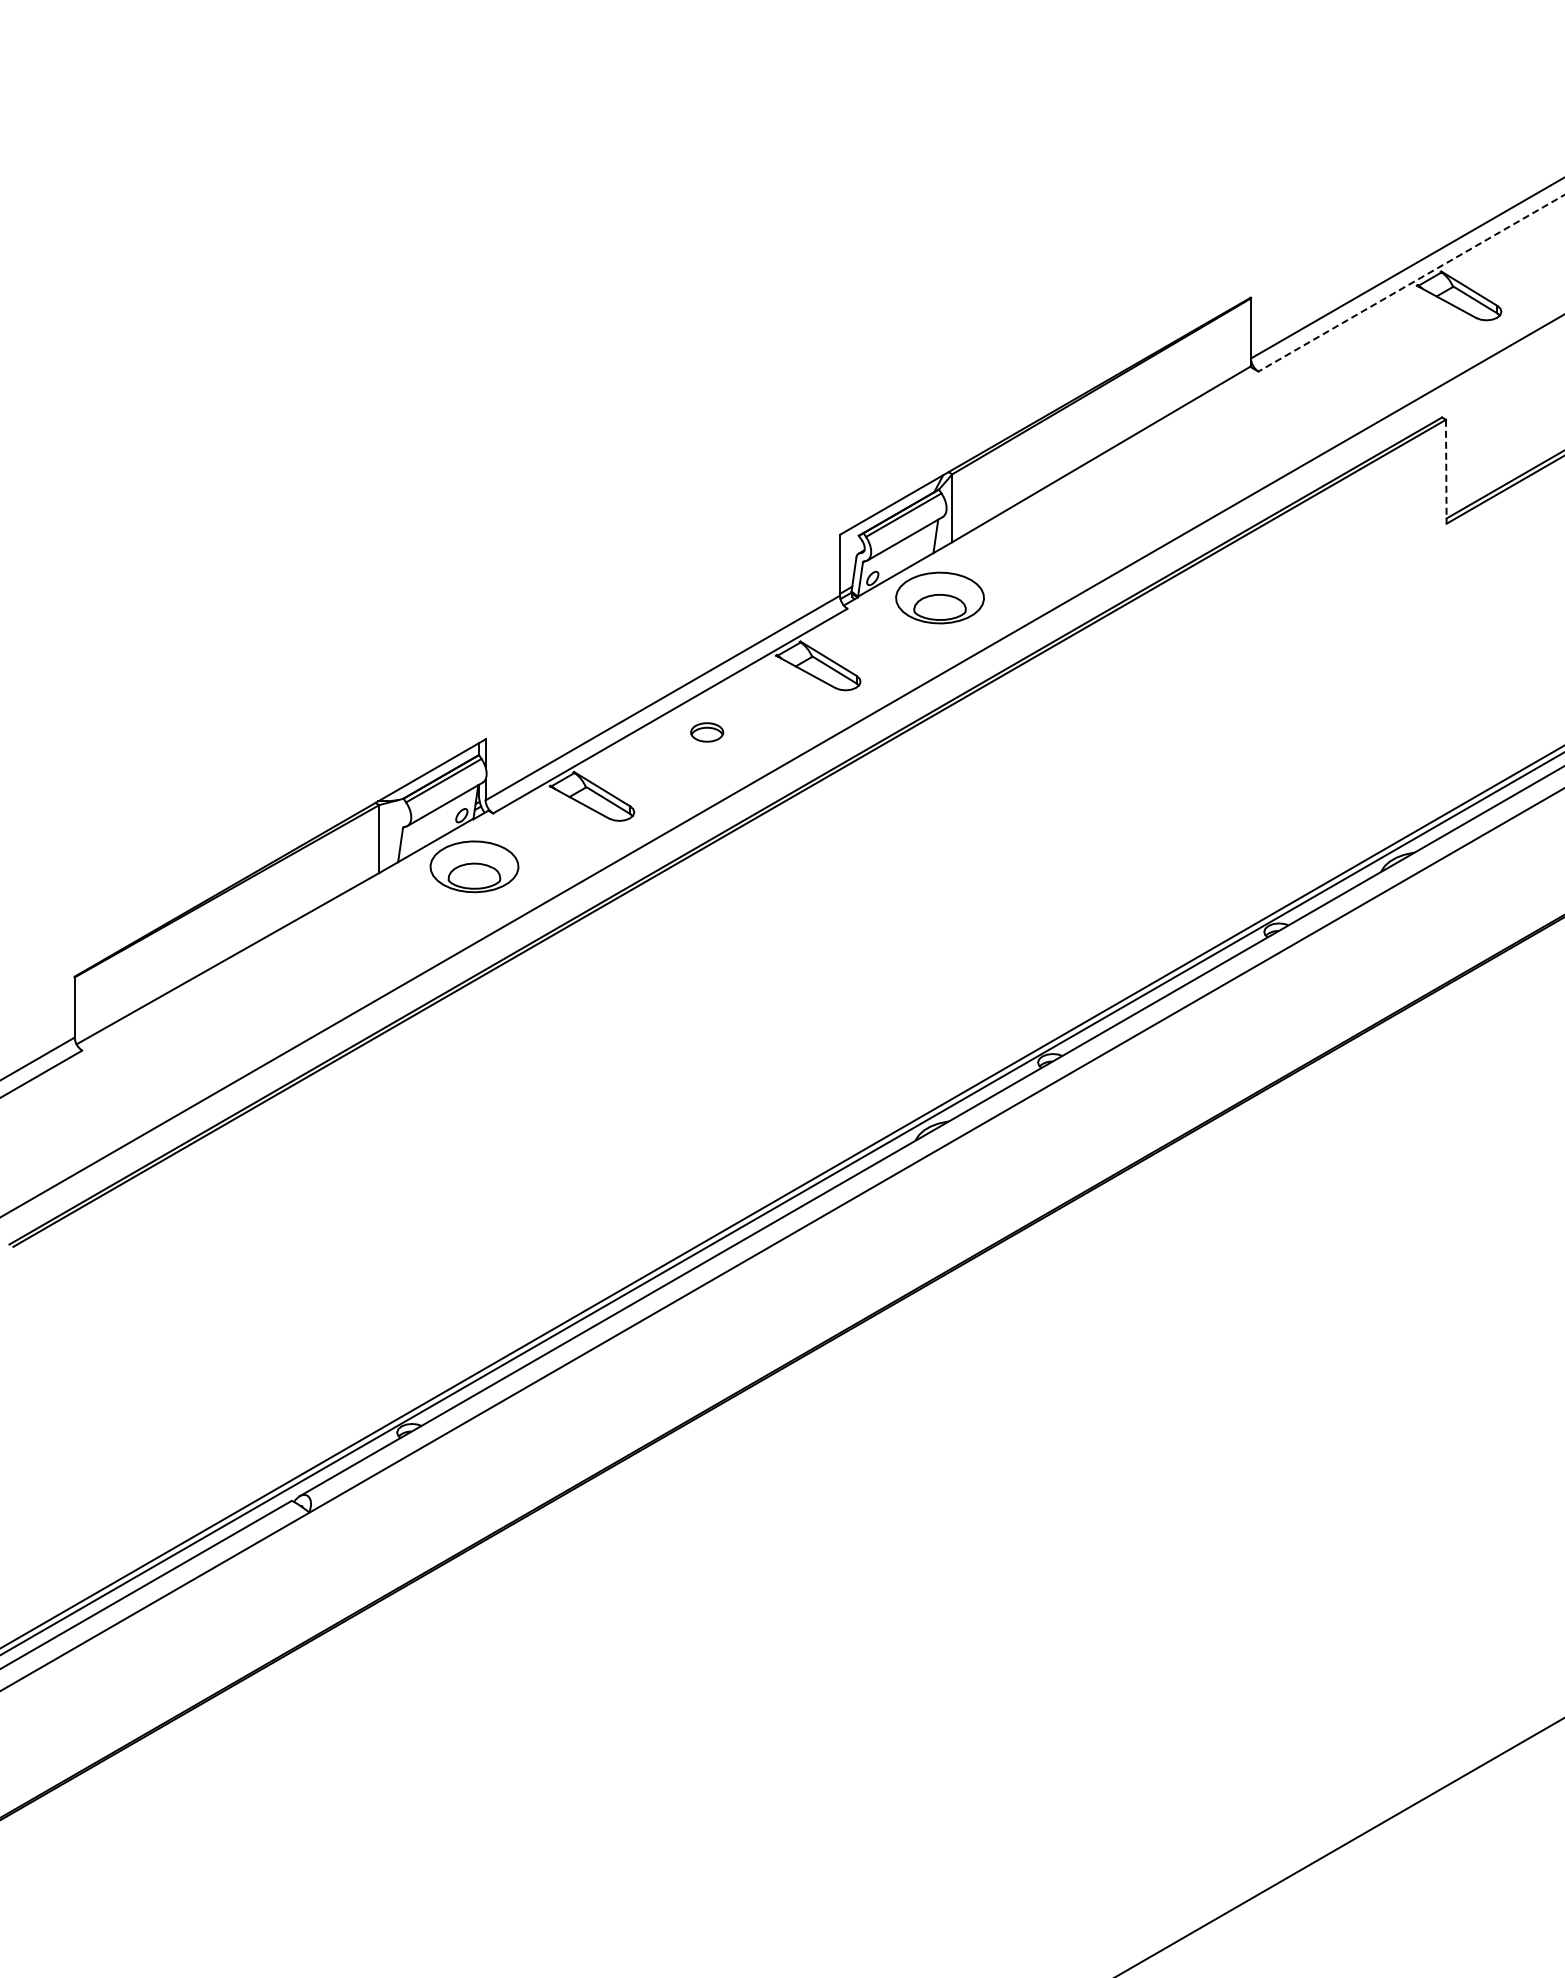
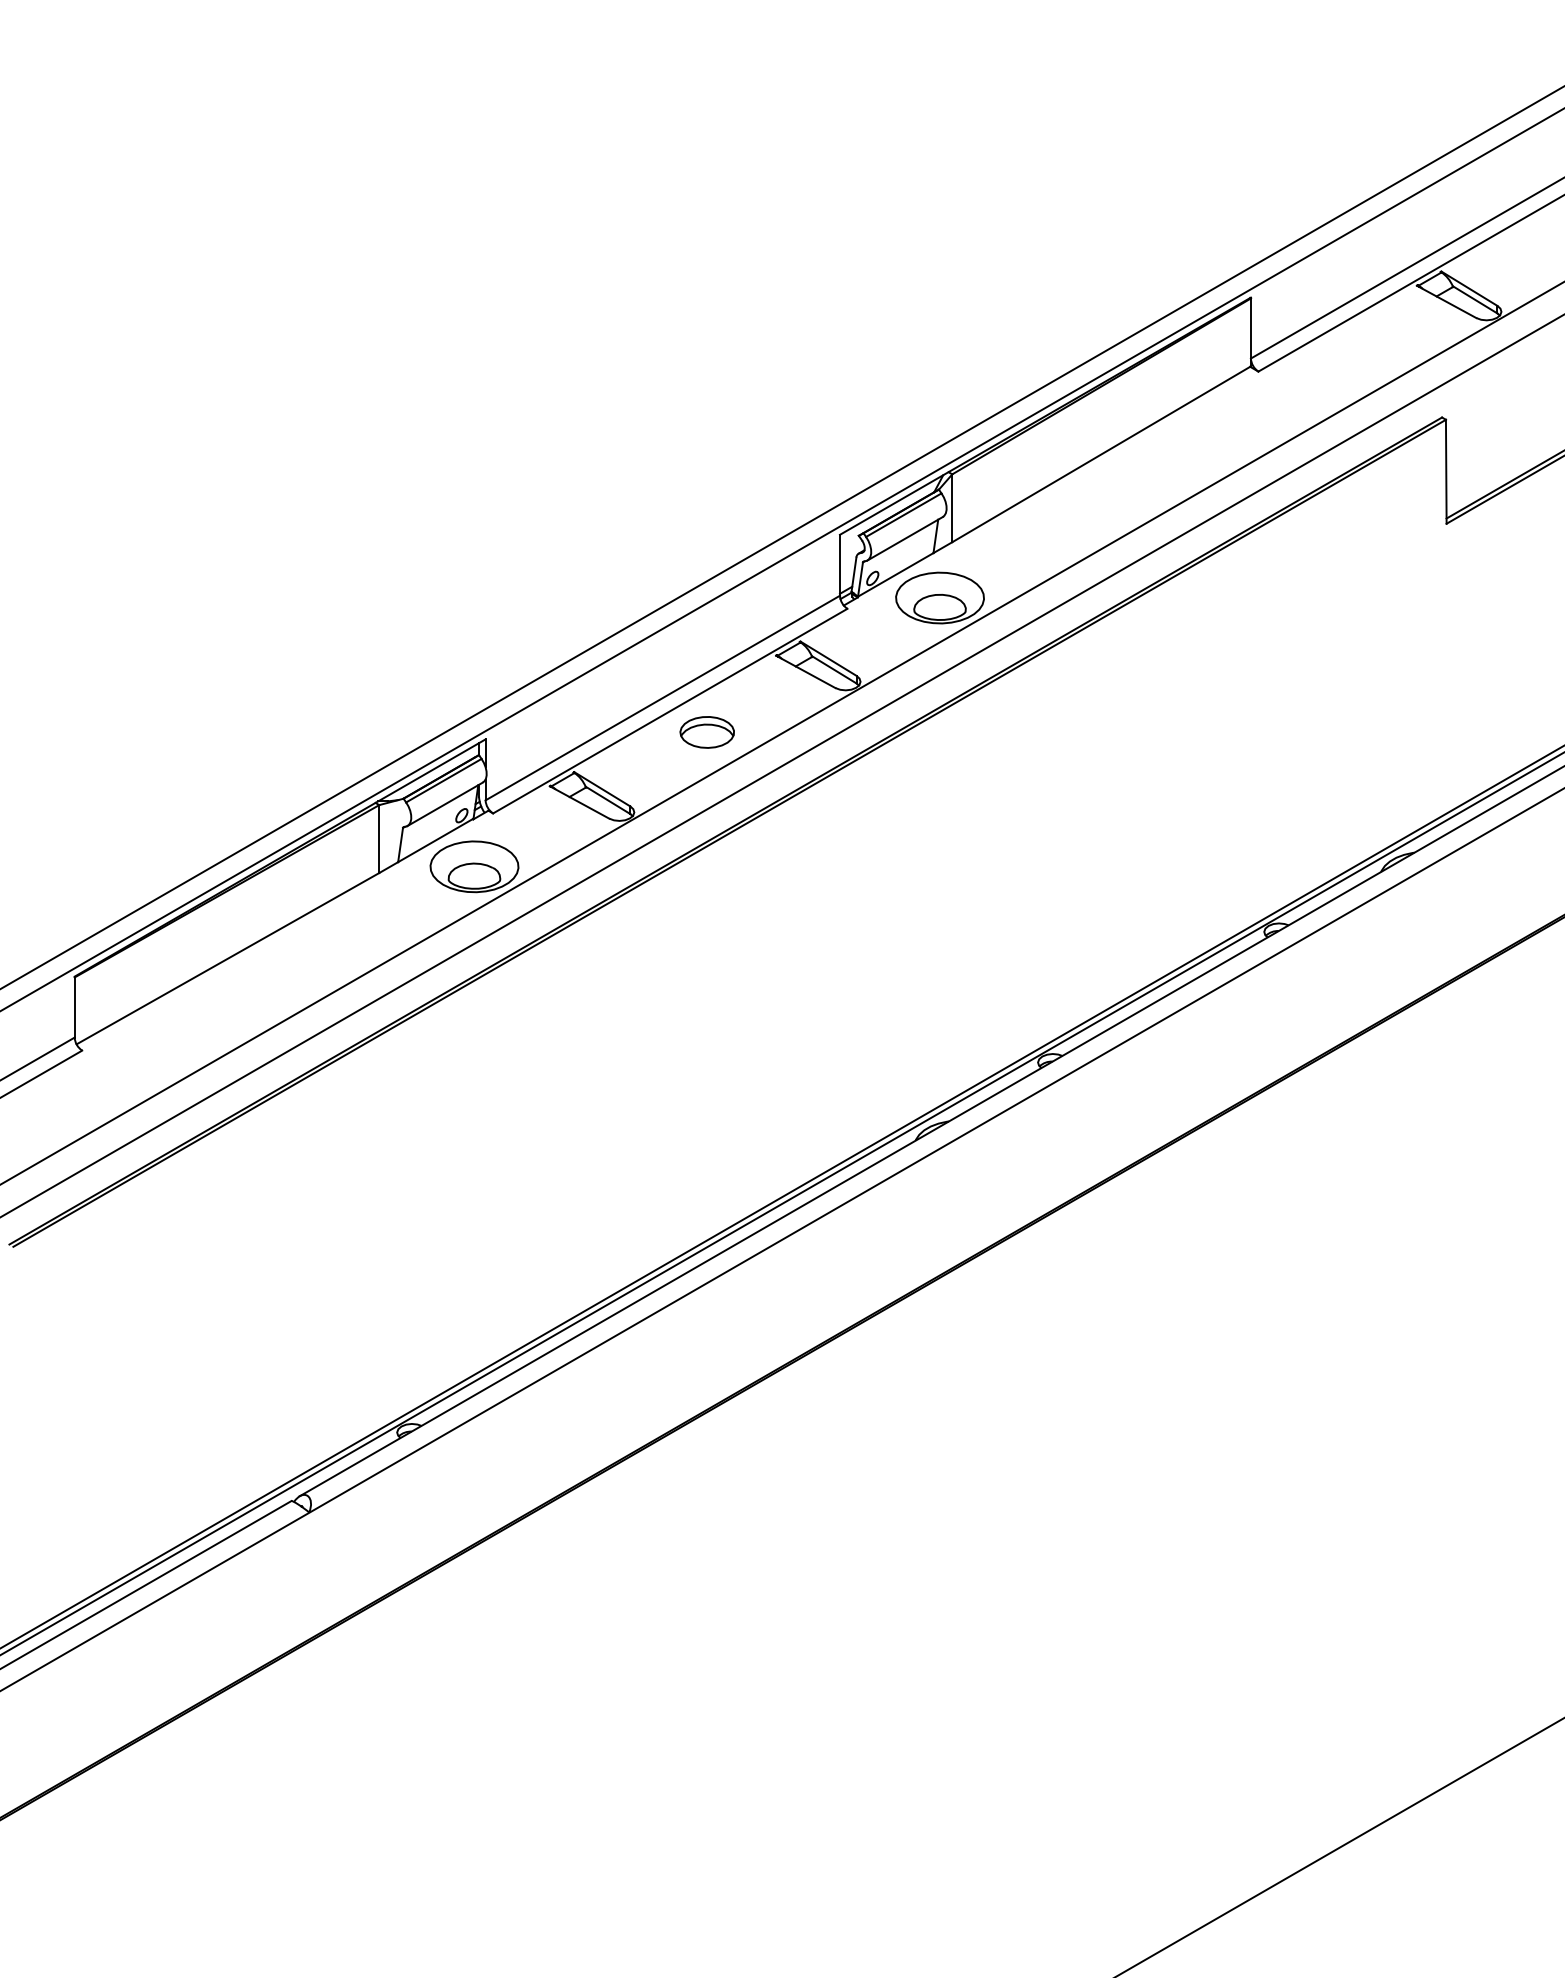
line at (1411, 283): dashed -> solid
line at (1446, 471): dashed -> solid
line at (781, 537): none -> present
line at (781, 560): none -> present
part at (707, 732) size: 35x21 px -> 56x33 px
line at (781, 733): none -> present
